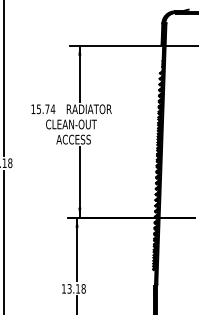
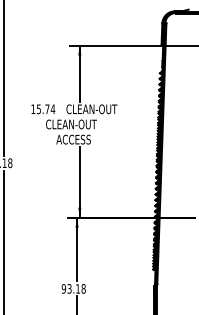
text at (91, 109): RADIATOR -> CLEAN-OUT
text at (63, 288): 13.18 -> 93.18
